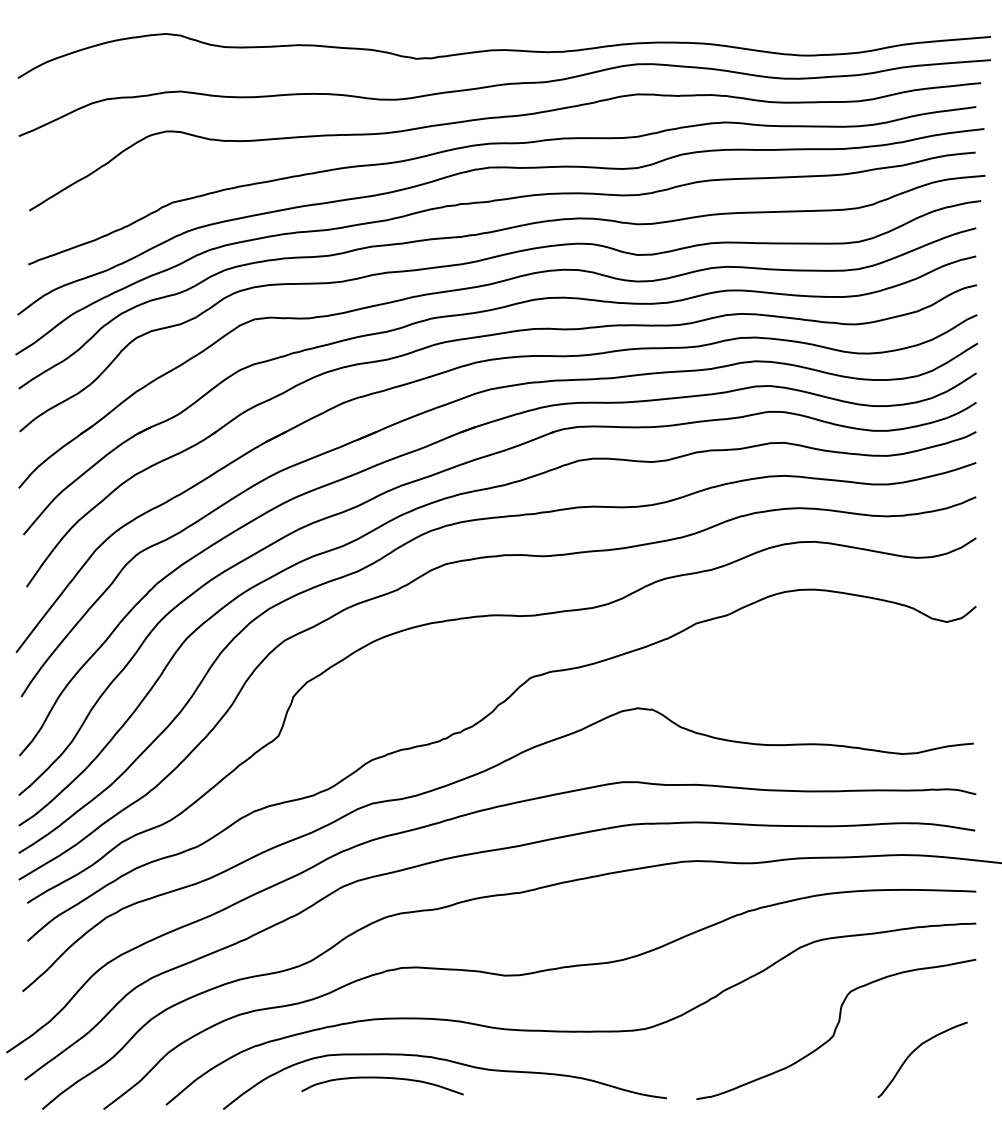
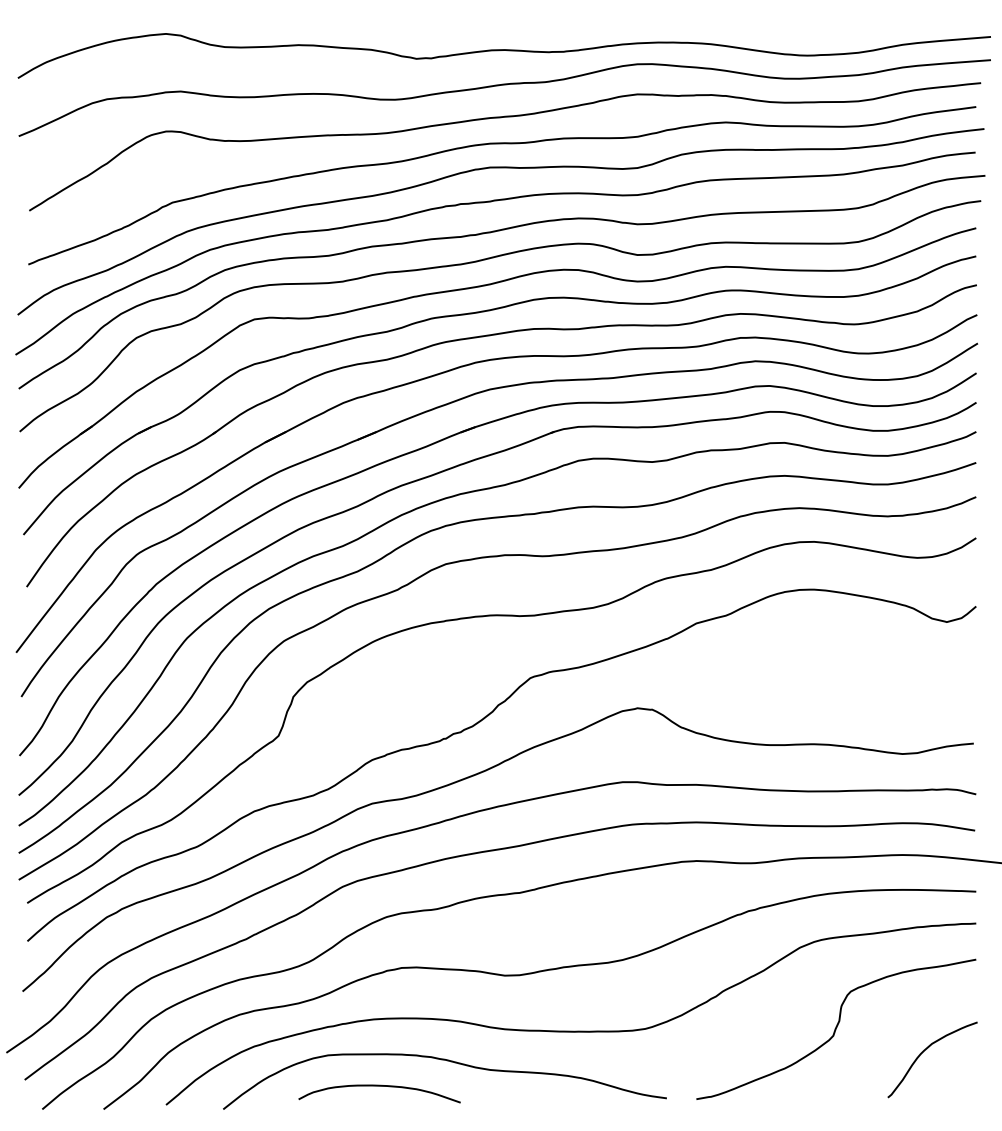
curve at (917, 1049) position: (917, 1049) -> (927, 1049)
curve at (382, 1078) position: (382, 1078) -> (379, 1086)
